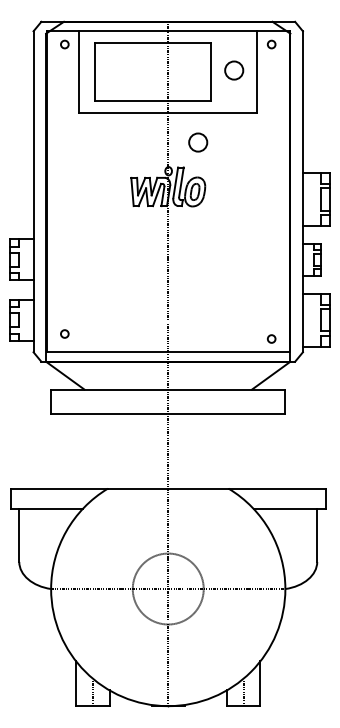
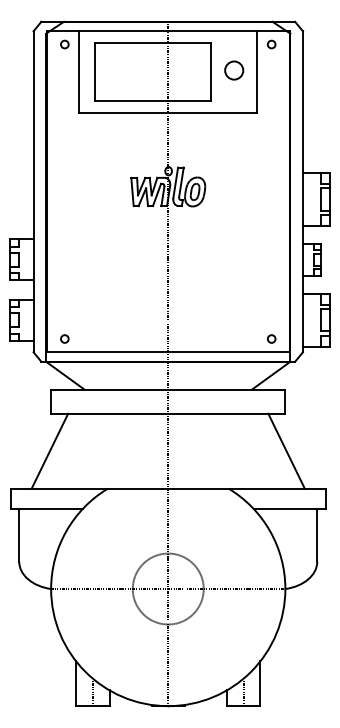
circle at (198, 142): present -> none
circle at (64, 333) position: (64, 333) -> (64, 338)
line at (49, 450): none -> present
line at (286, 450): none -> present
